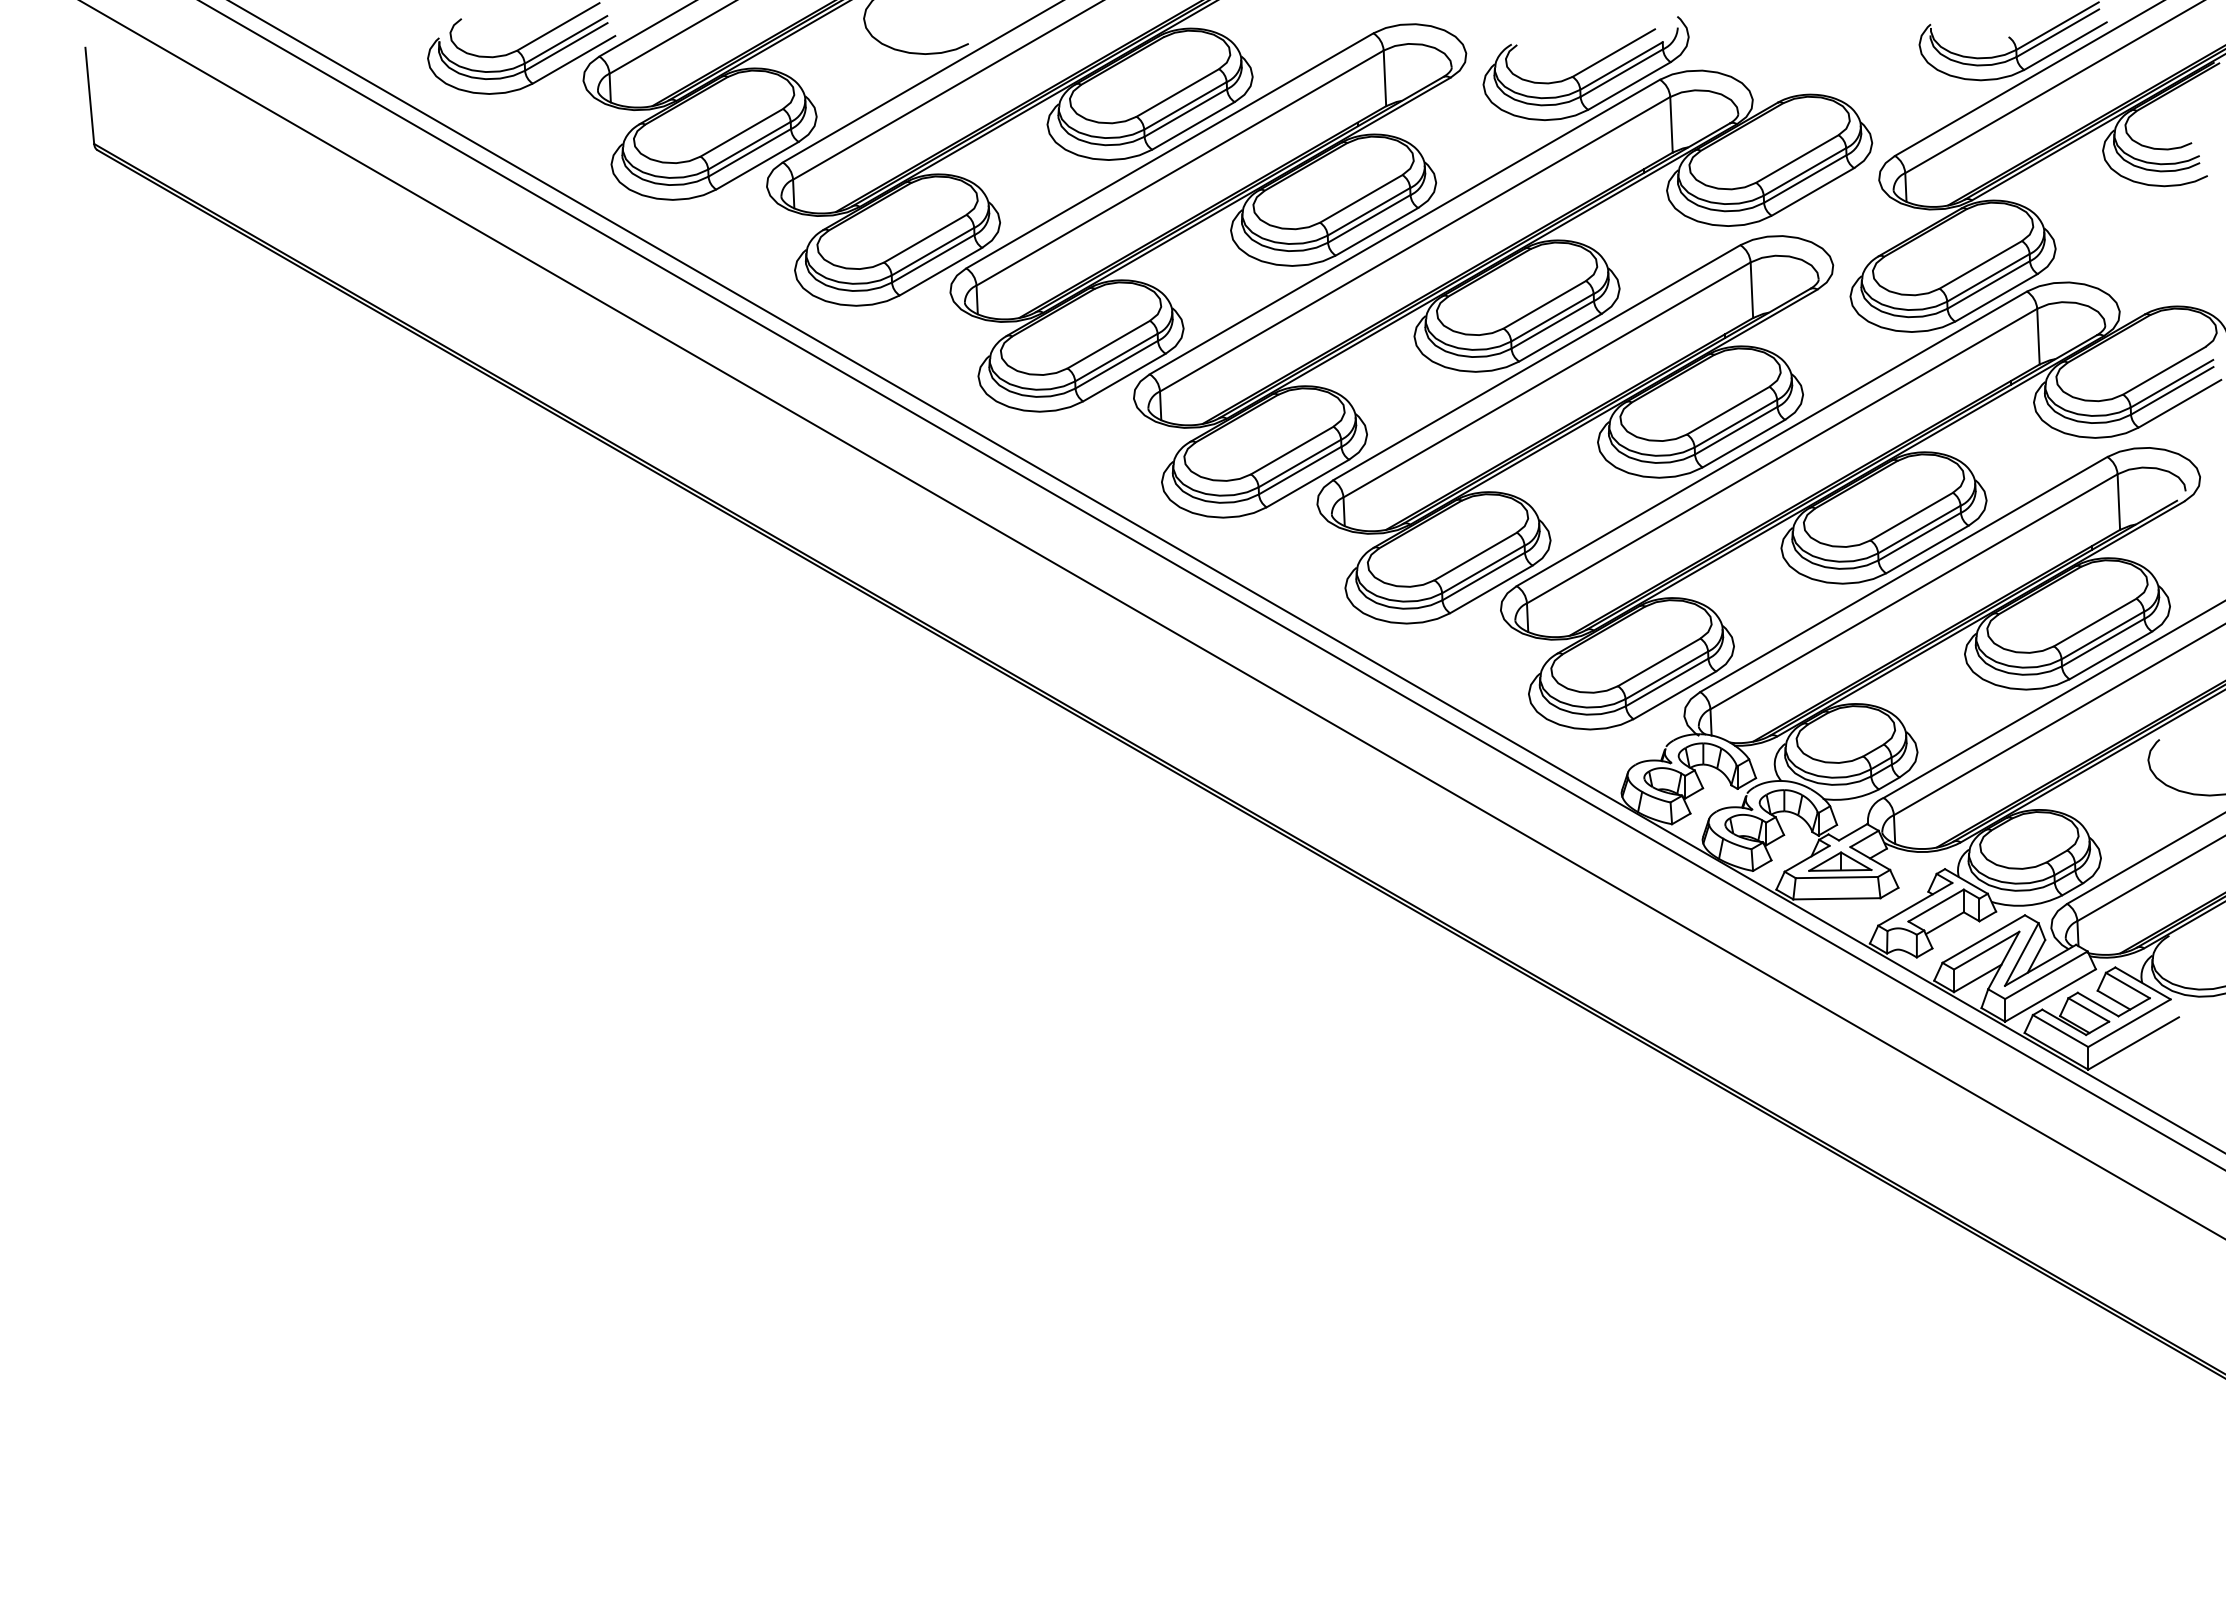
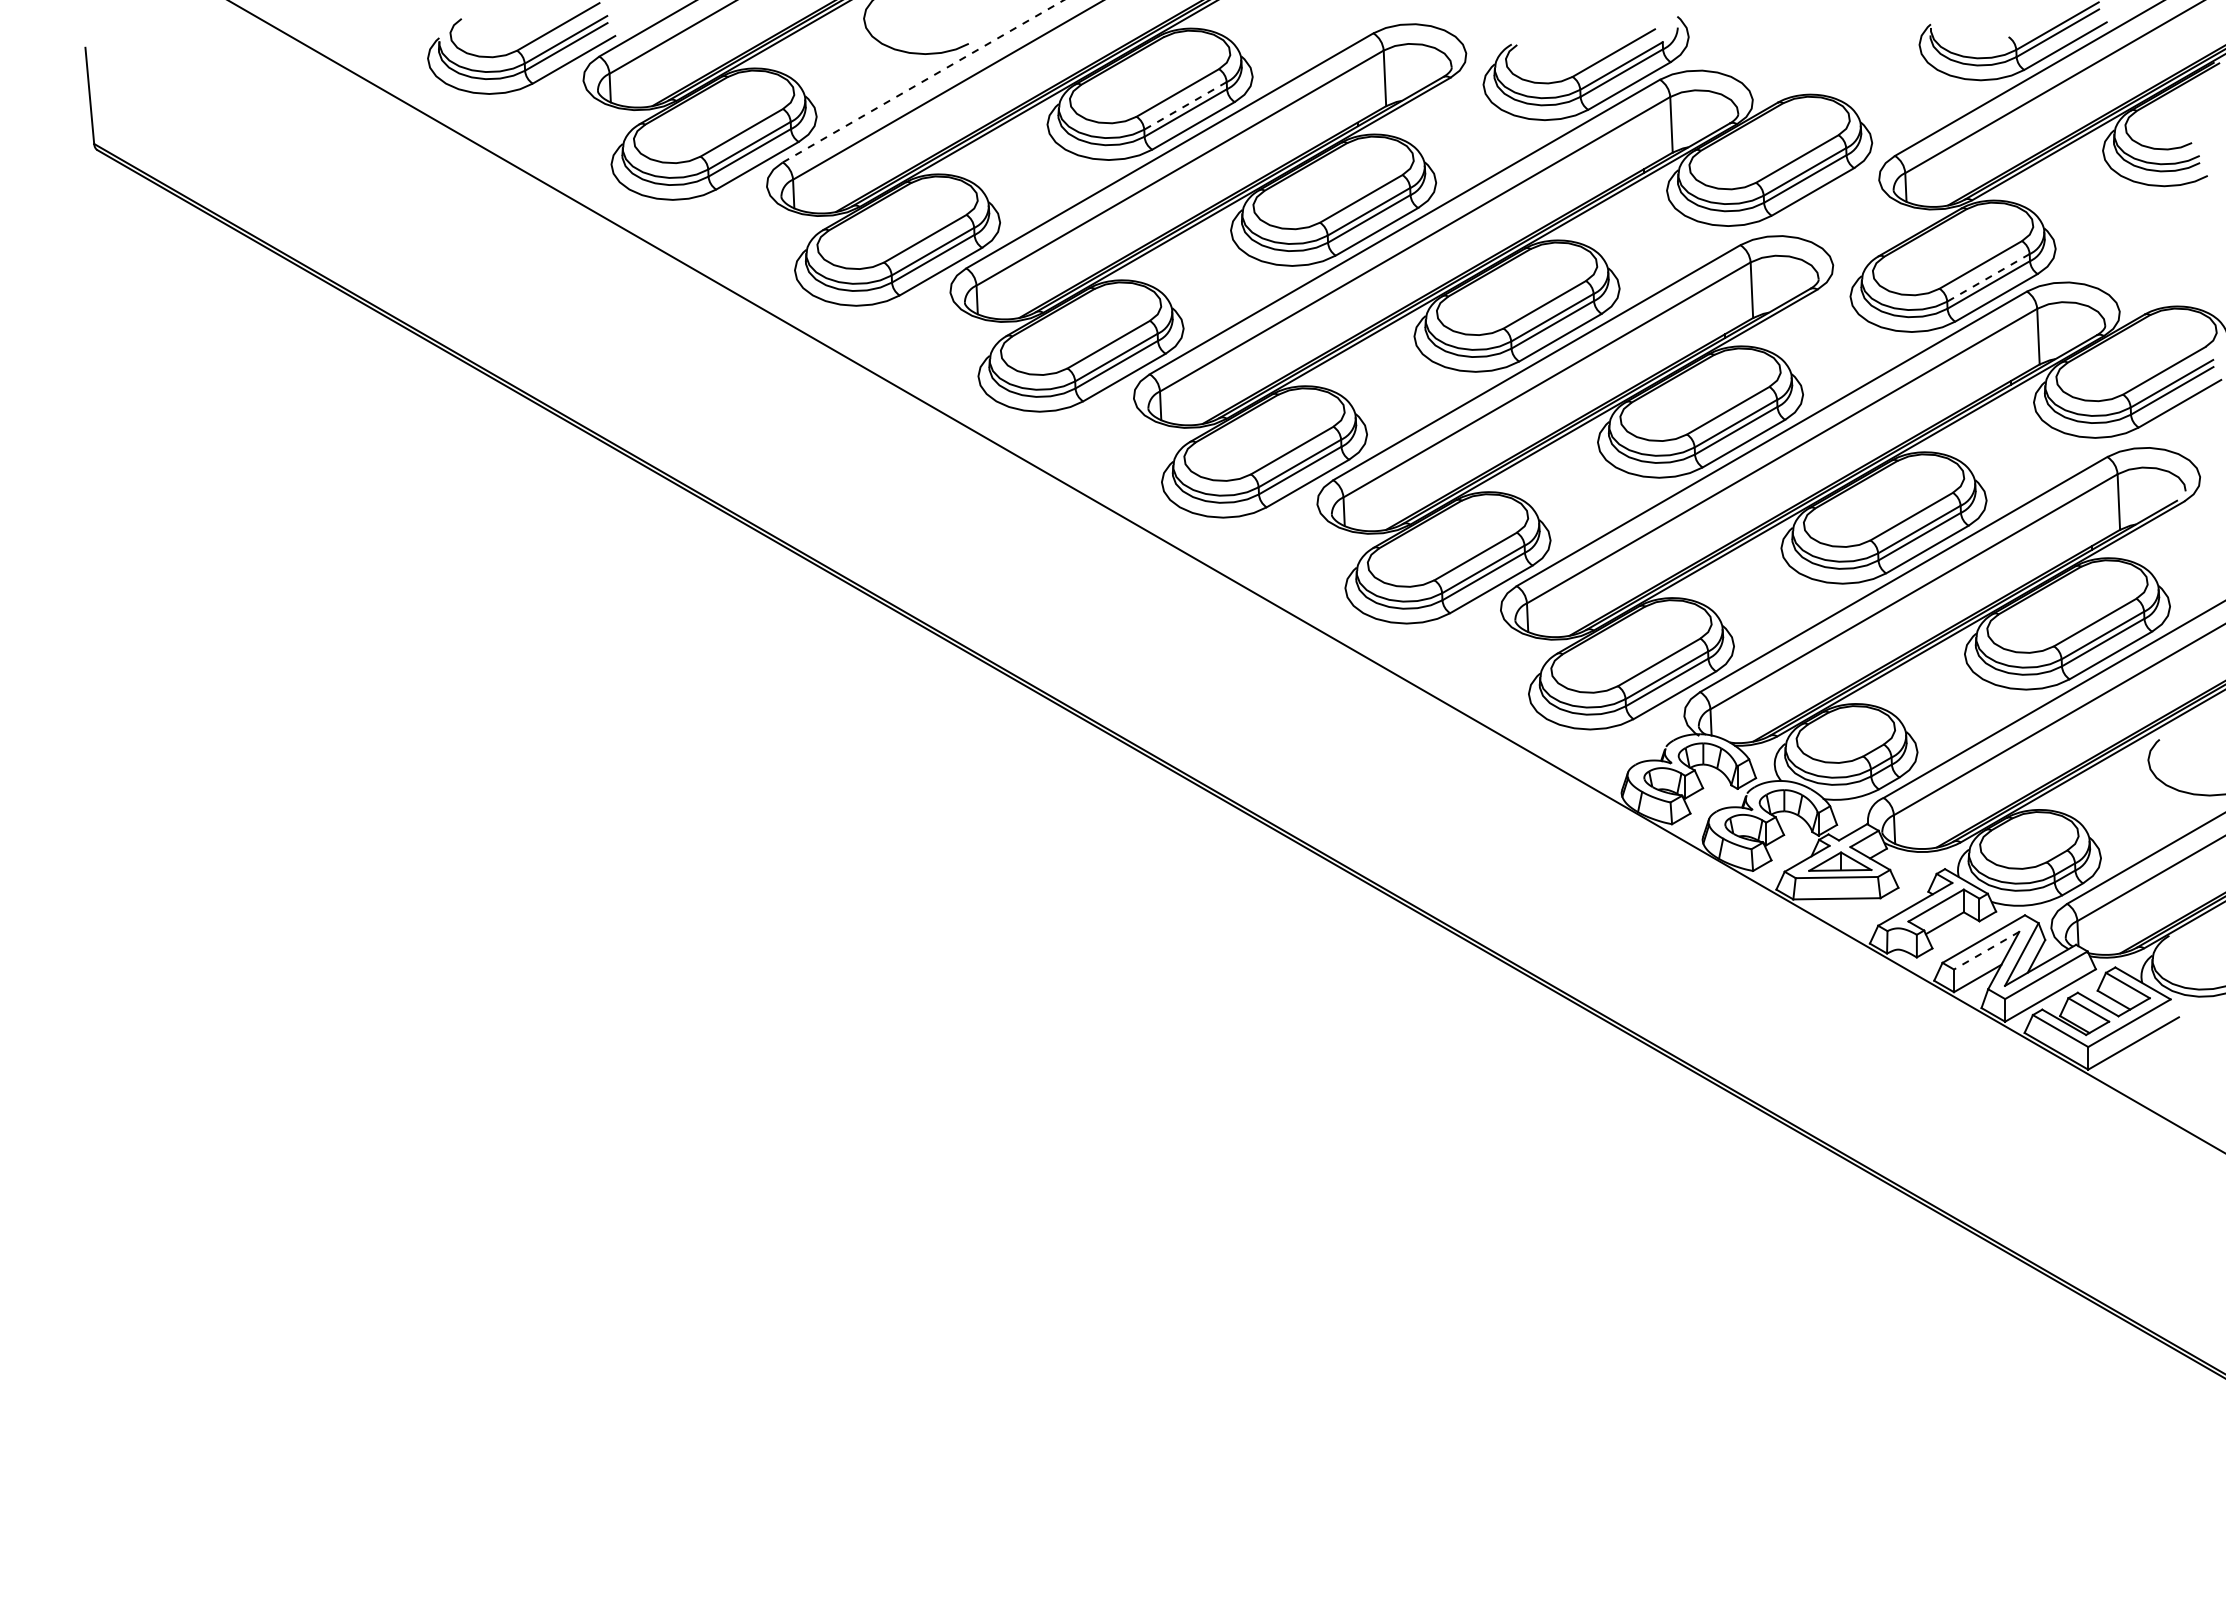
line at (923, 81): solid -> dashed
line at (1185, 105): solid -> dashed
line at (1988, 277): solid -> dashed
line at (1211, 585): present -> none
line at (1152, 619): present -> none
line at (1986, 950): solid -> dashed
